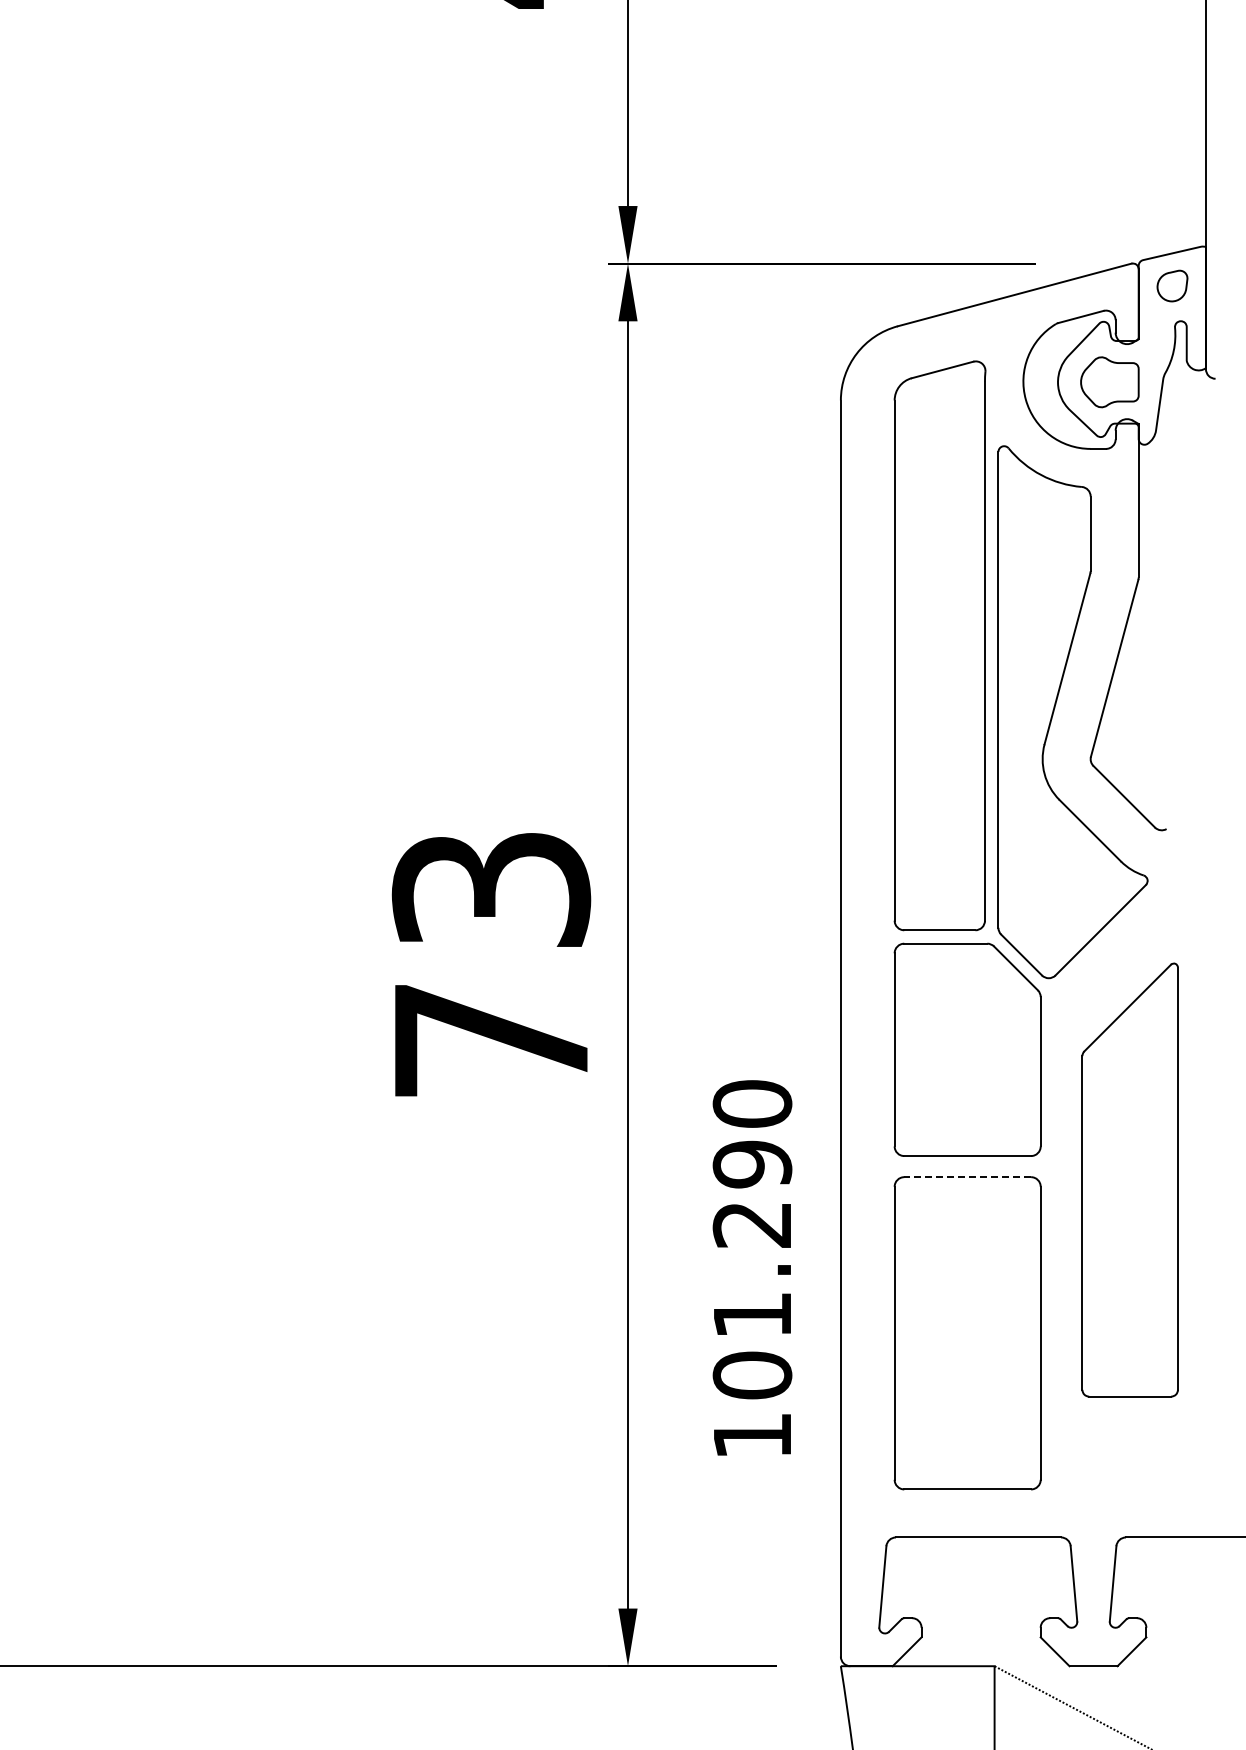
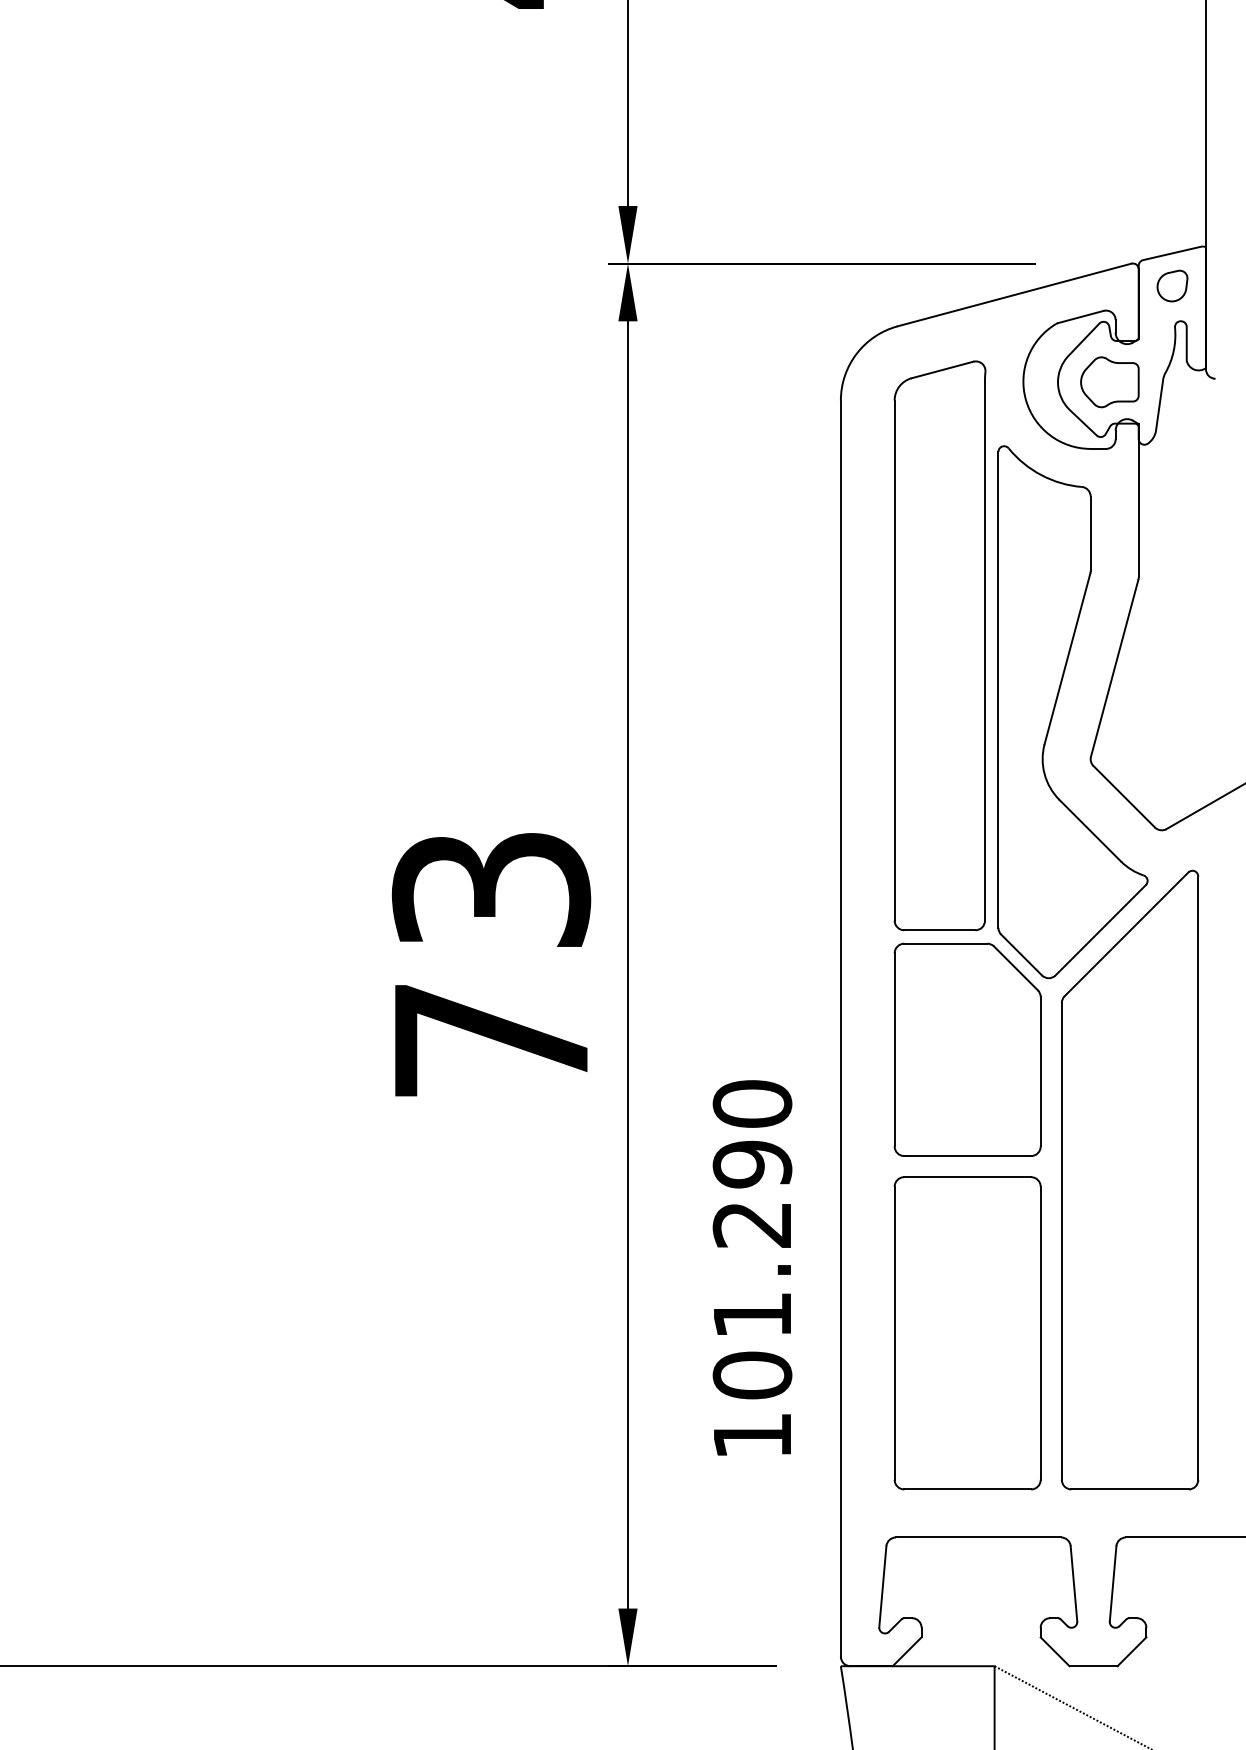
line at (1204, 807): none -> present
line at (967, 1177): dashed -> solid
part at (1129, 1179) size: 98x436 px -> 139x622 px
